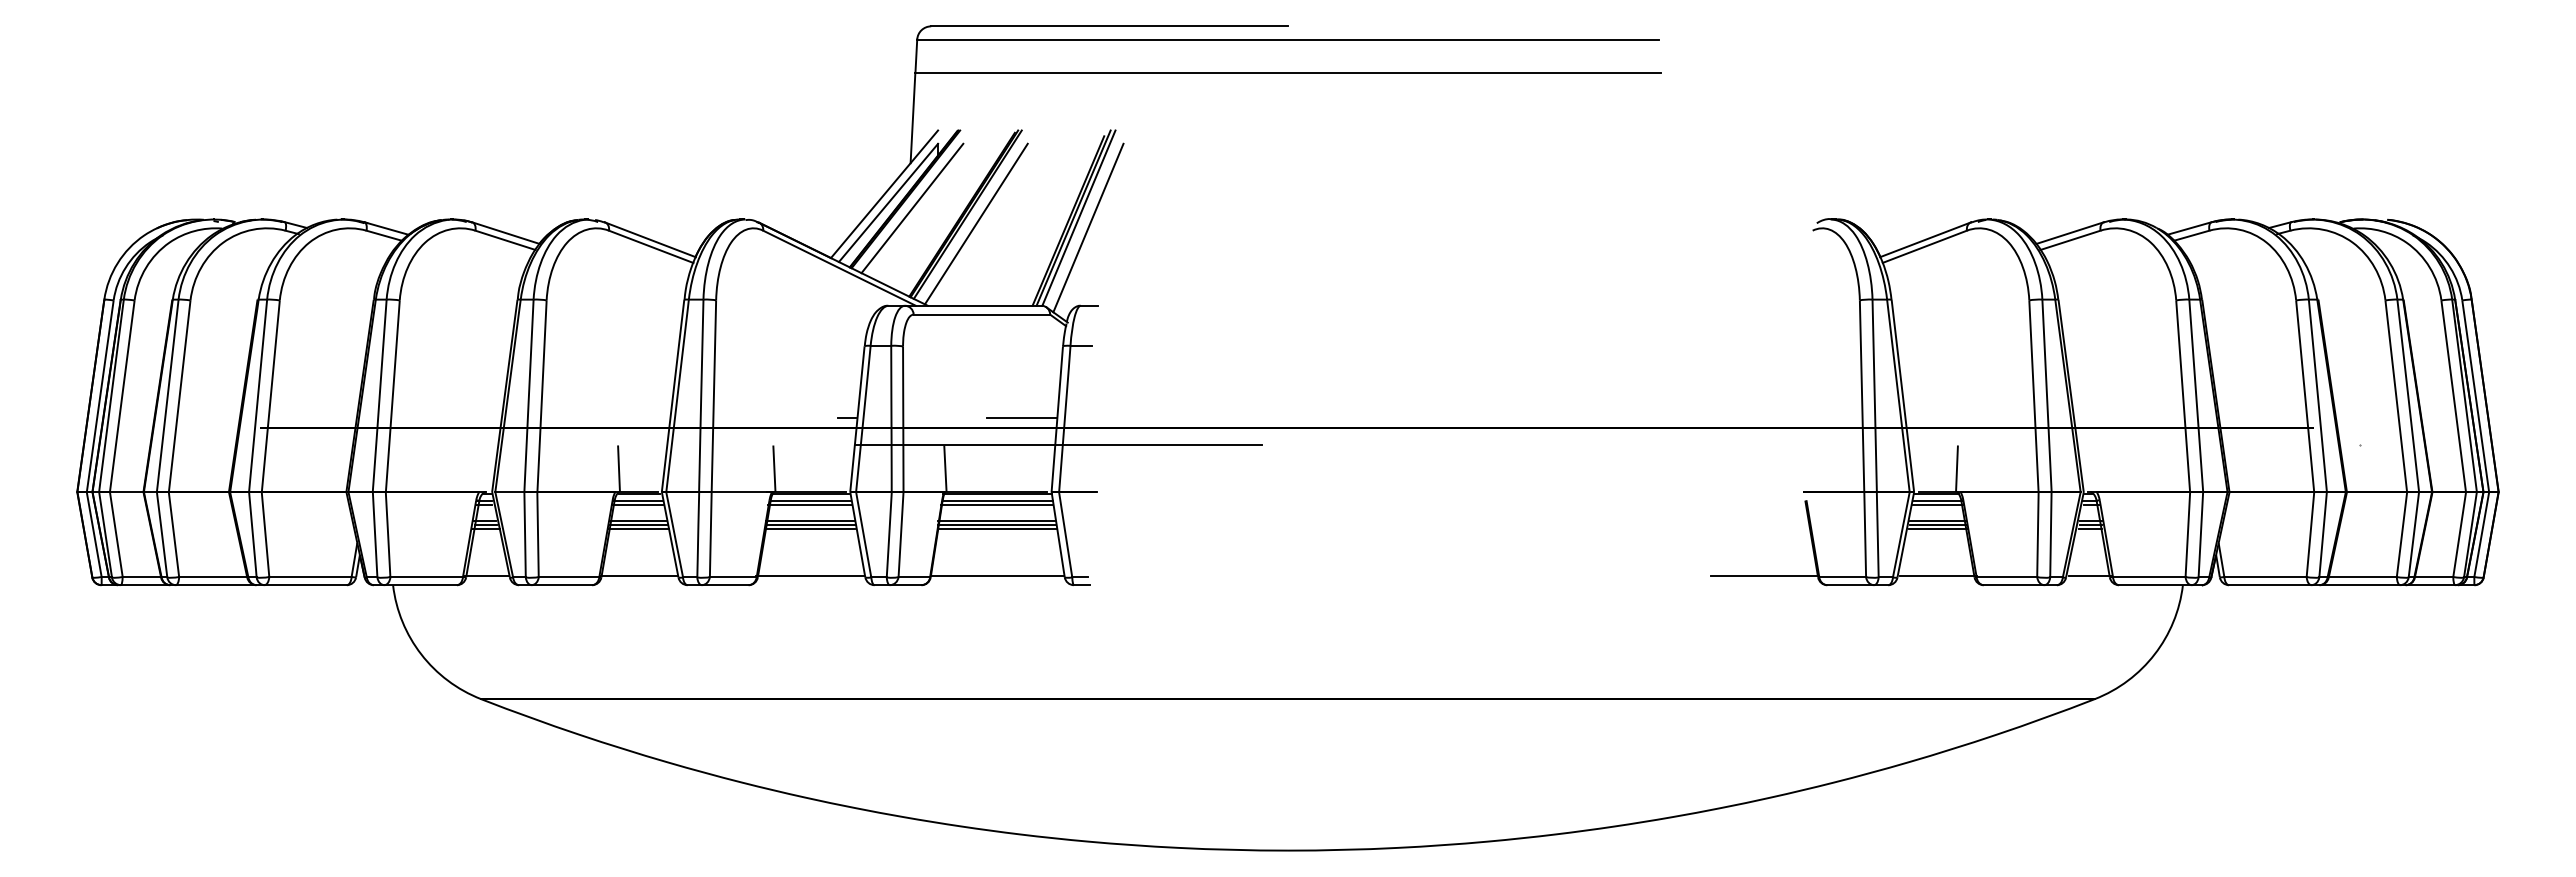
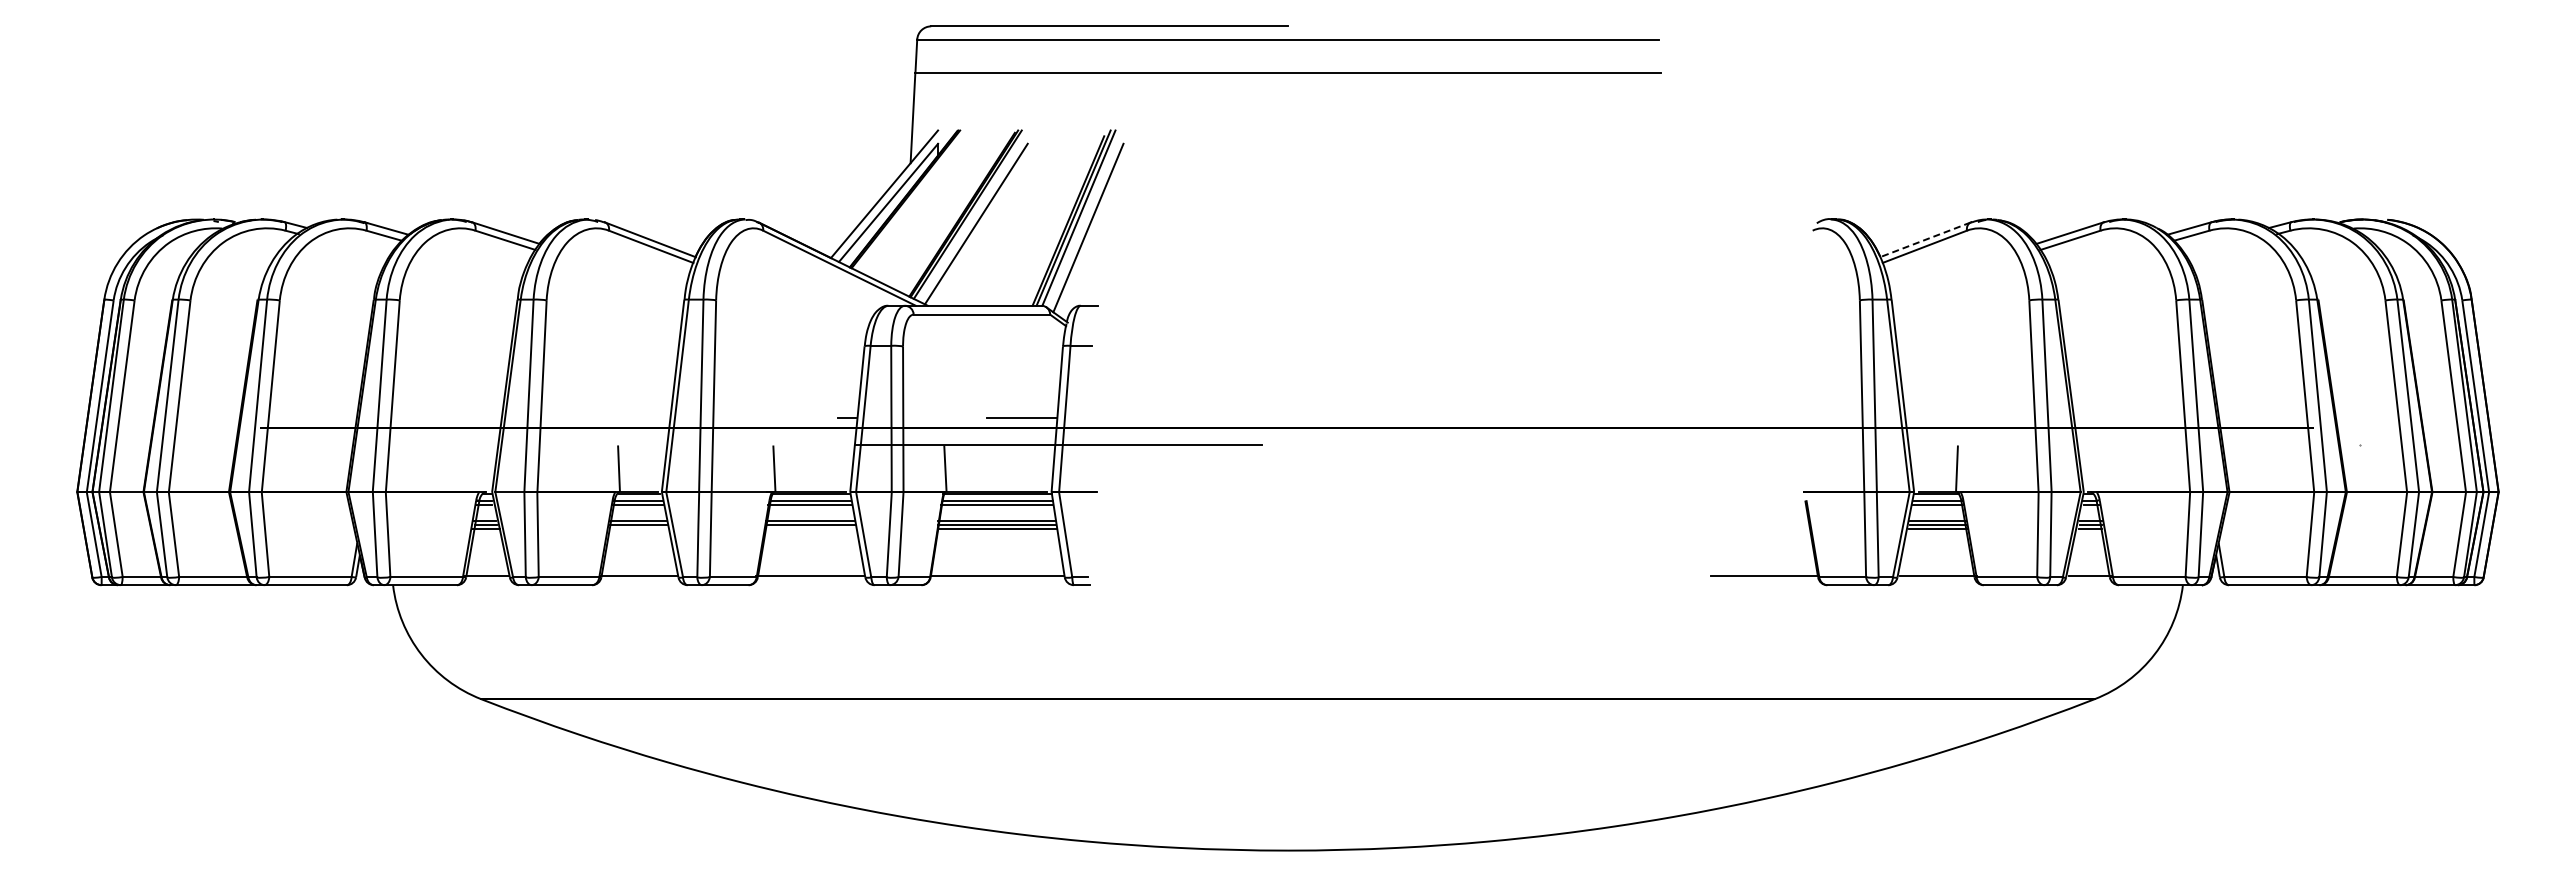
line at (912, 208): present -> none
line at (1925, 239): solid -> dashed
line at (637, 529): present -> none
line at (809, 529): present -> none
